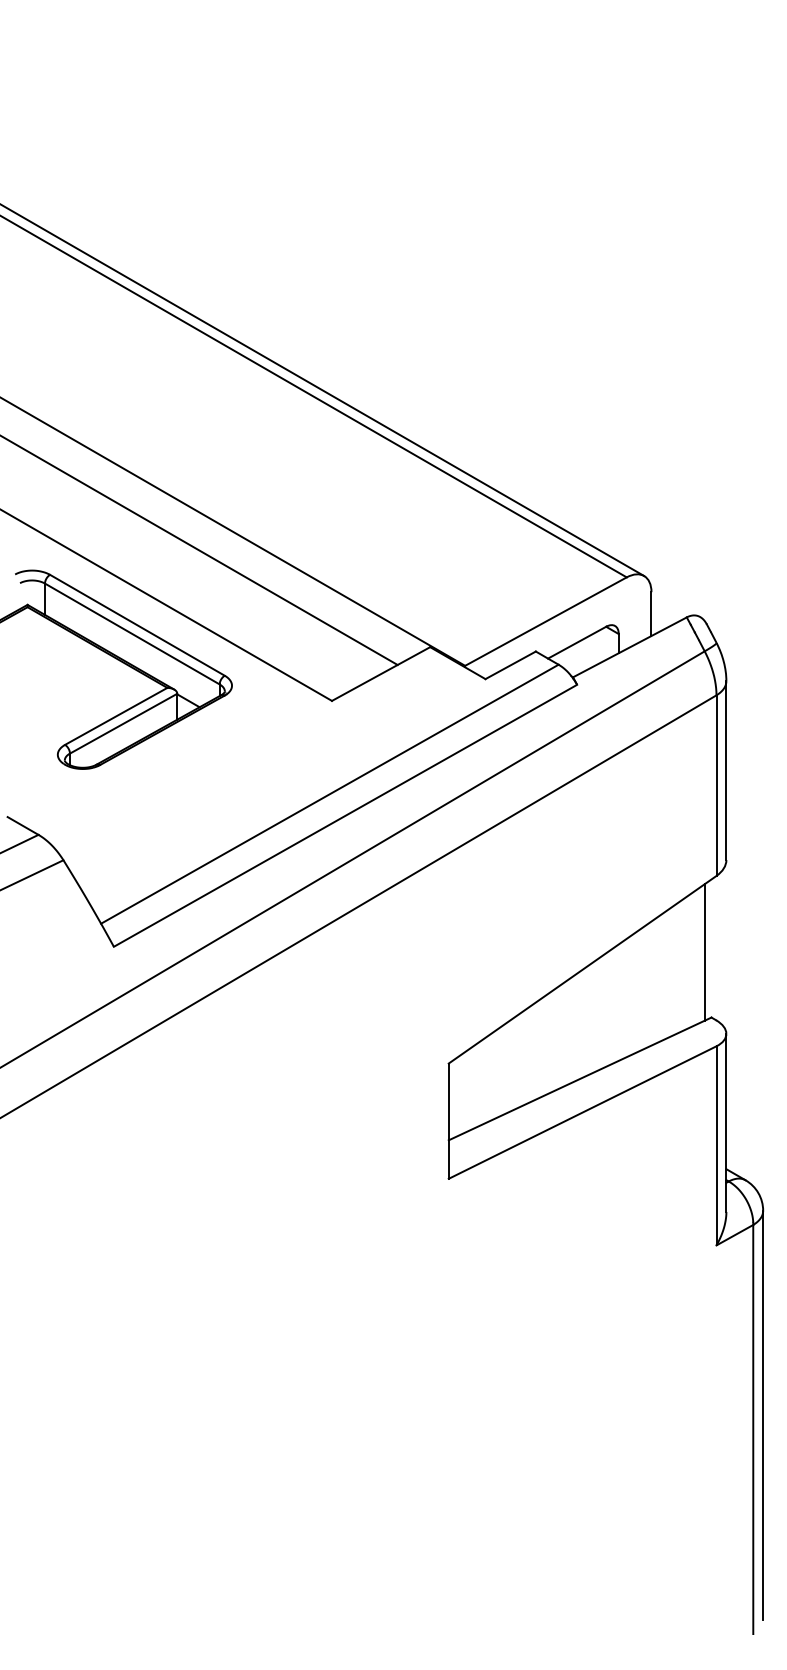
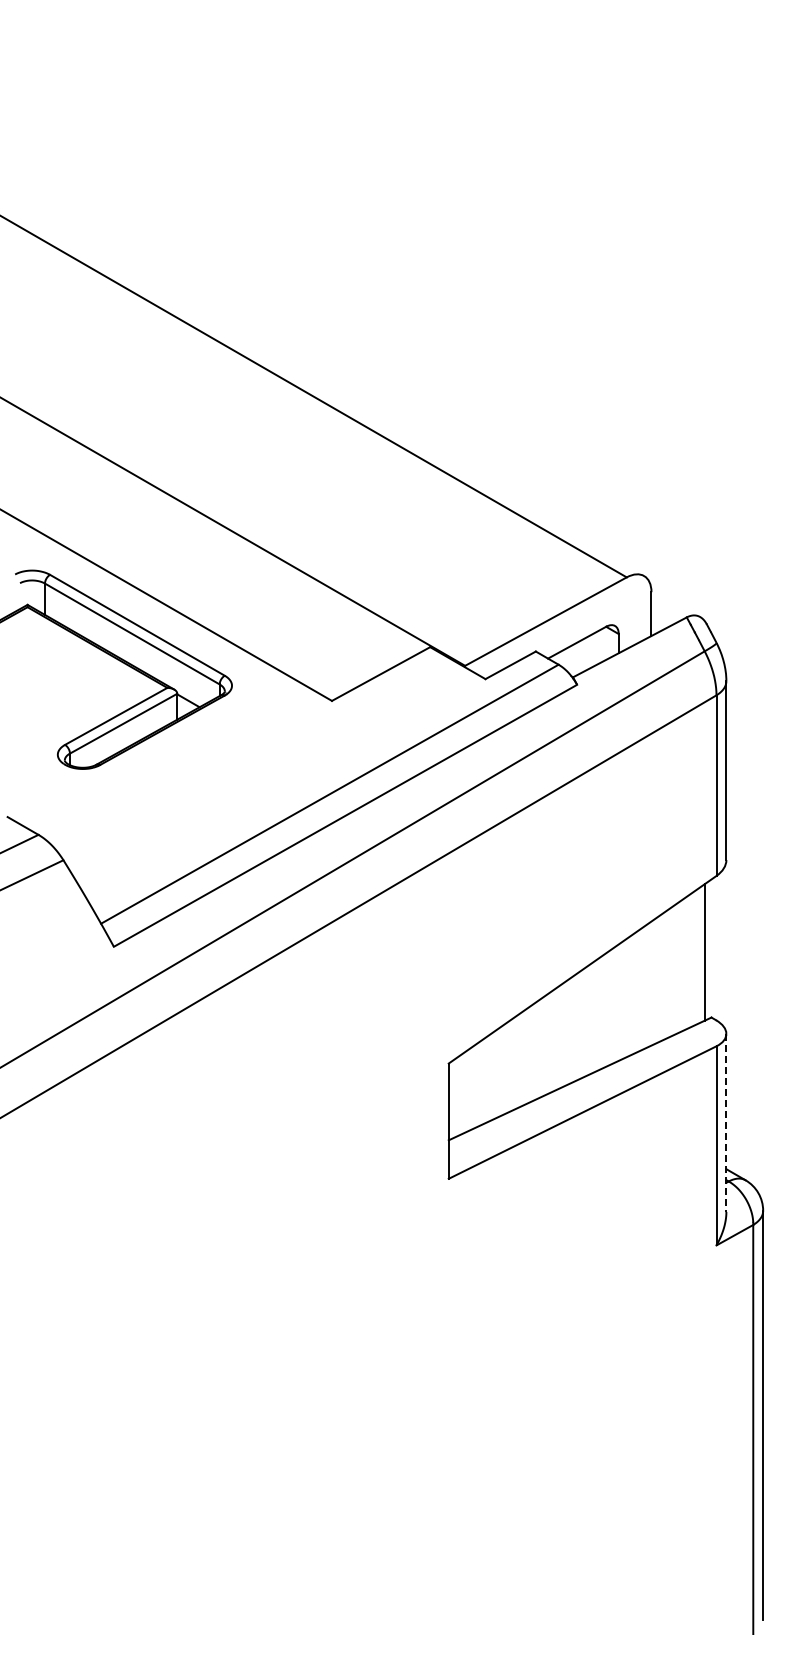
line at (323, 390): present -> none
line at (199, 550): present -> none
line at (726, 1123): solid -> dashed
